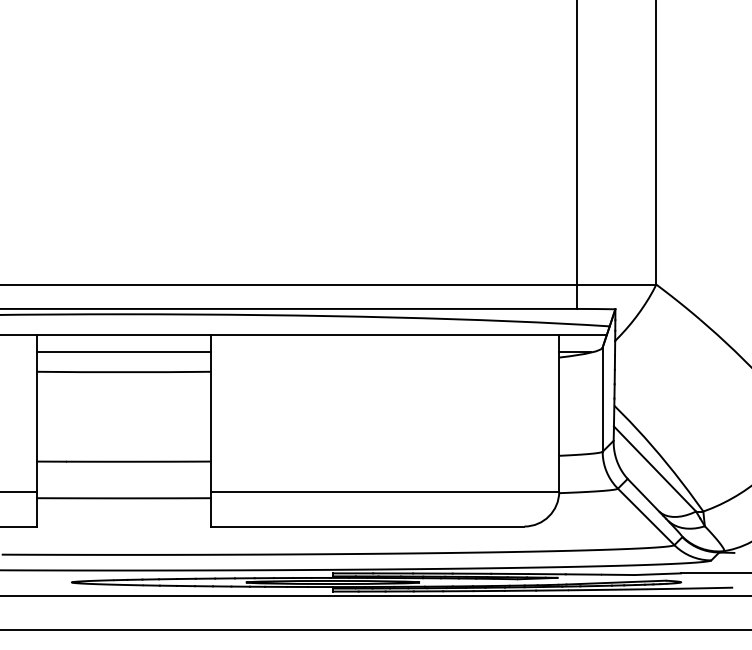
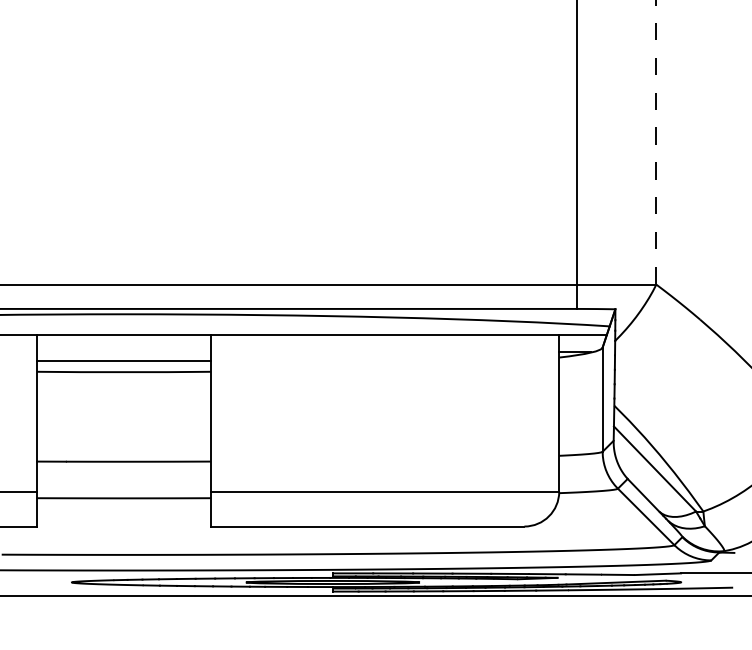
line at (656, 142): solid -> dashed
line at (124, 352) position: (124, 352) -> (124, 361)
line at (375, 630): present -> none
